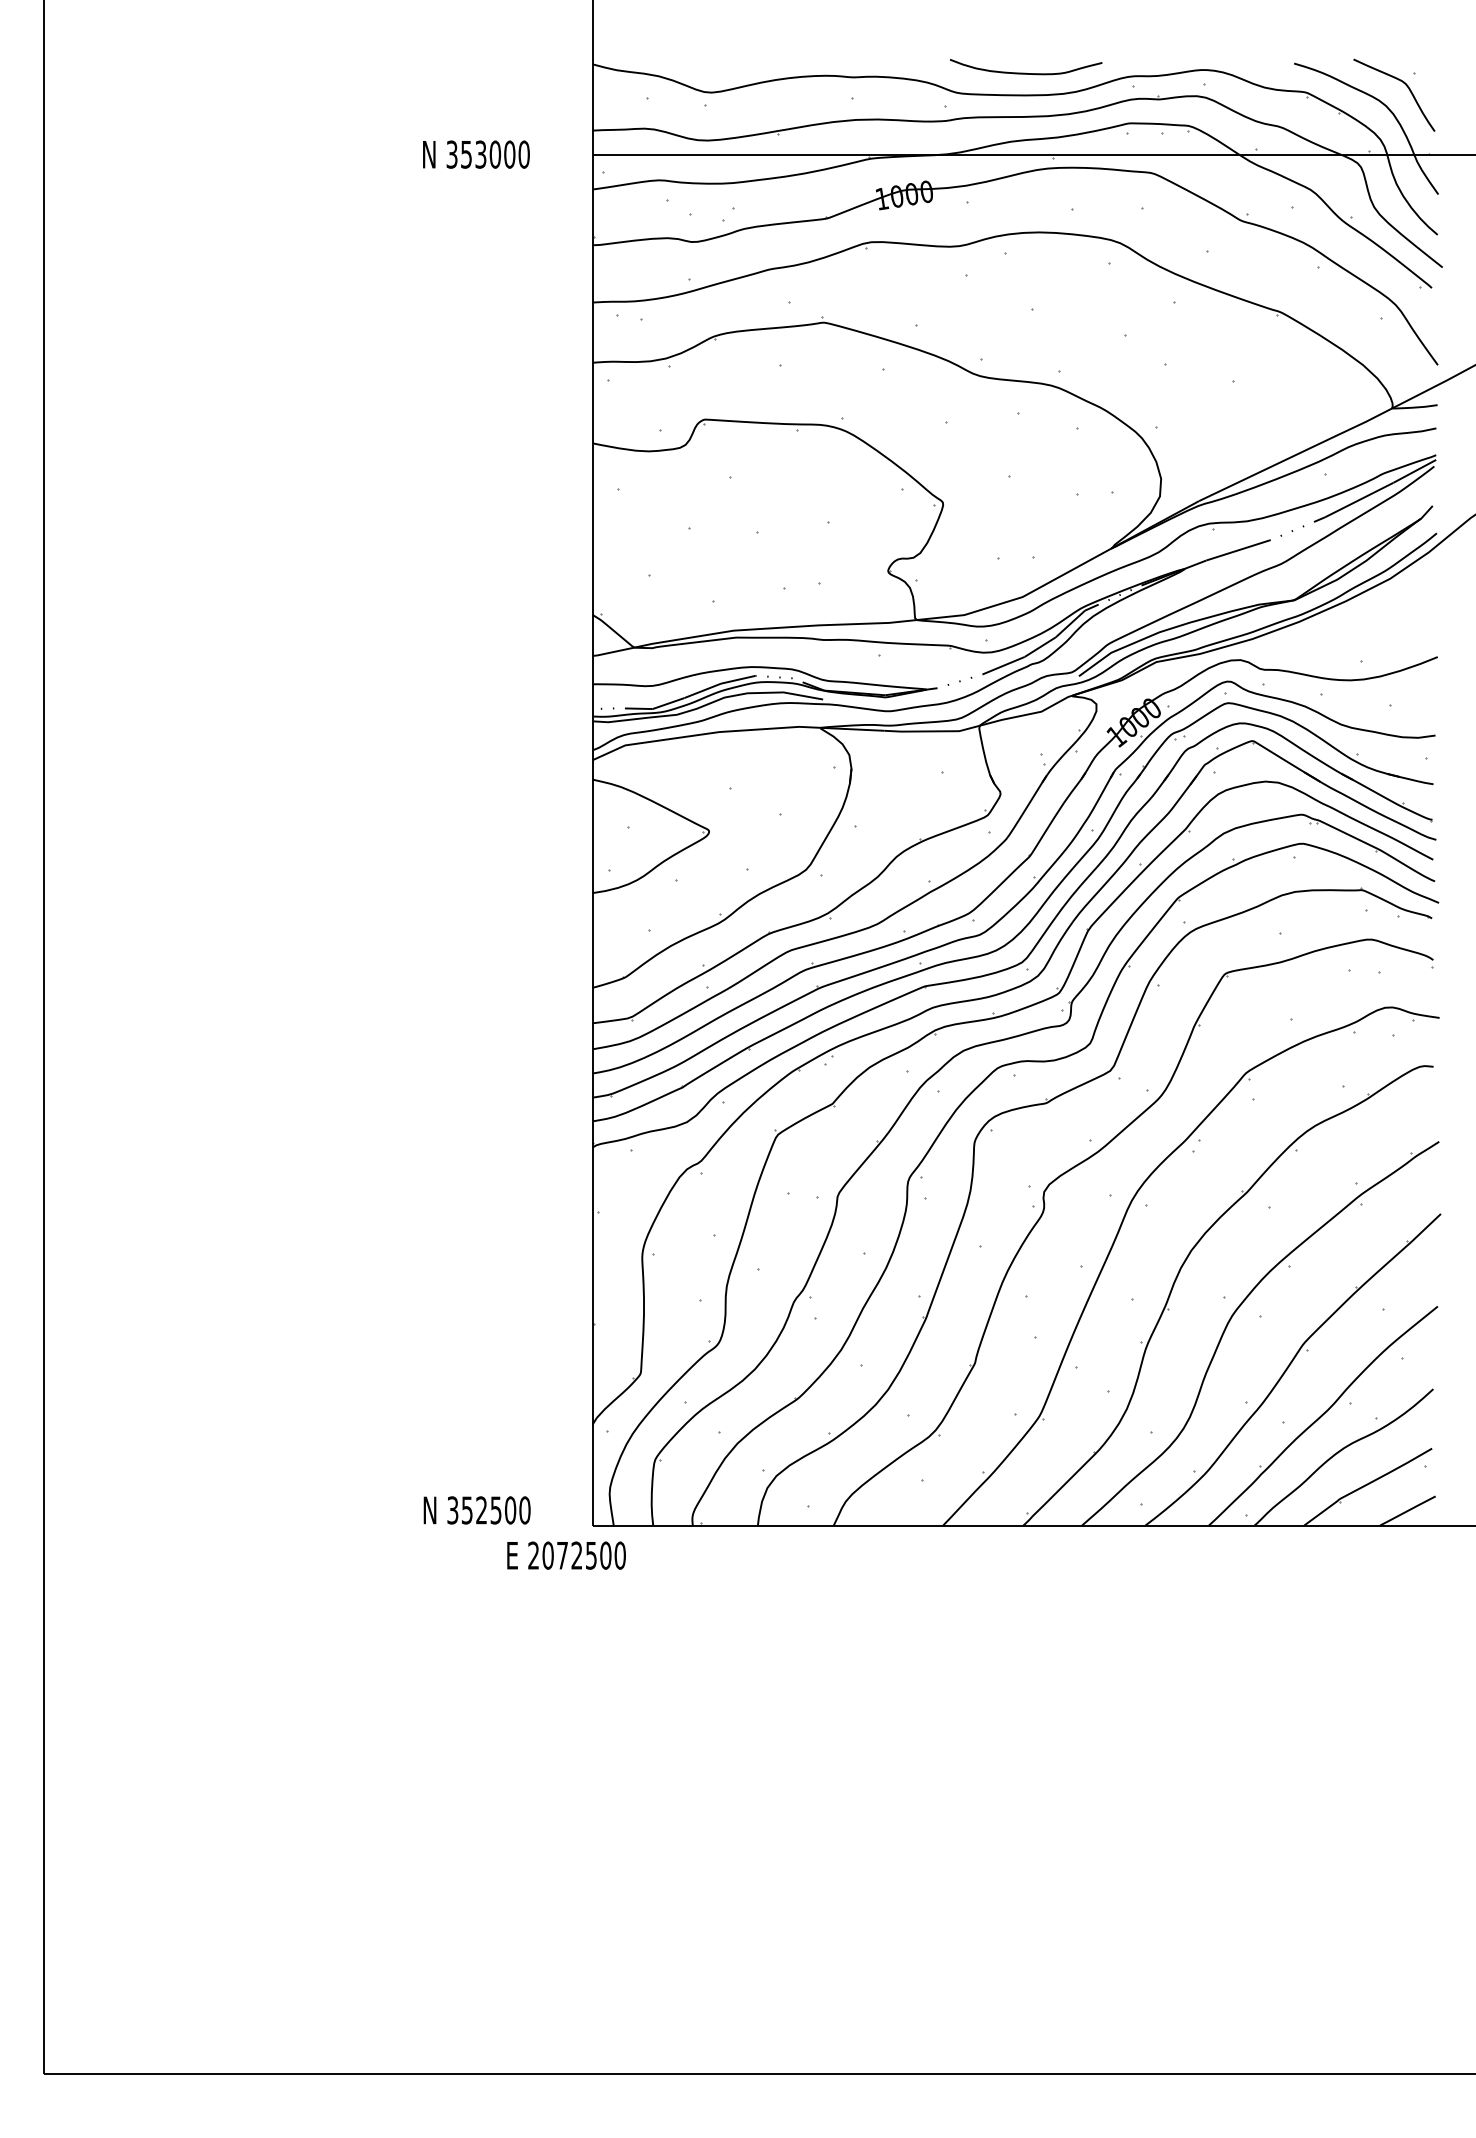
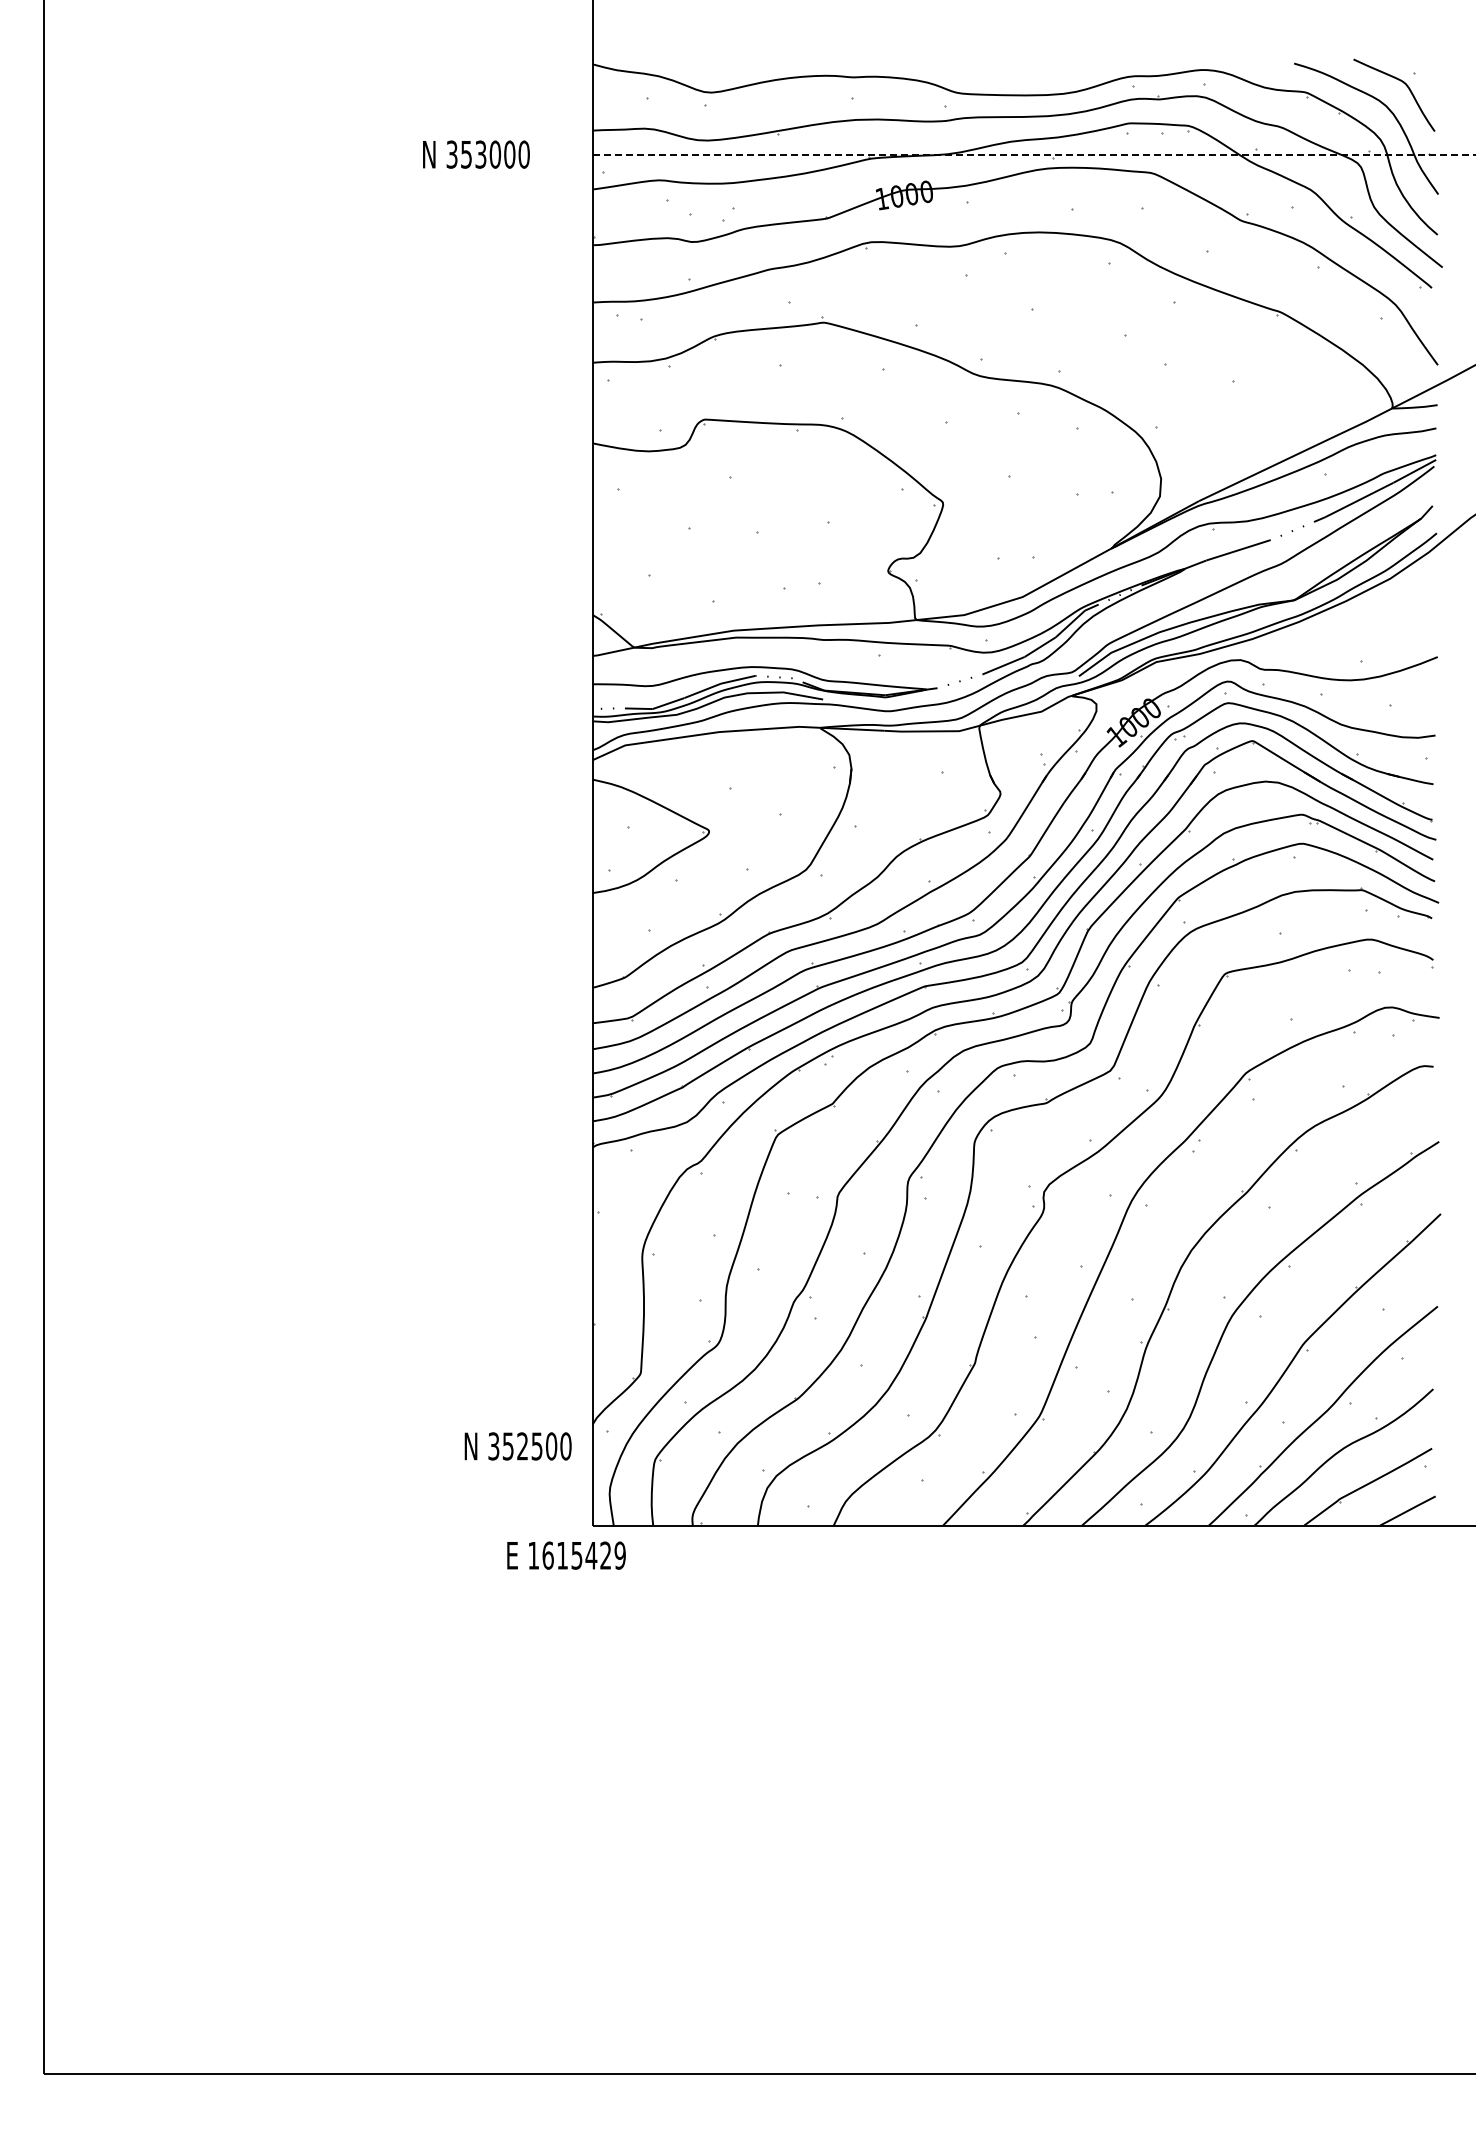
curve at (1025, 72): present -> none
line at (1034, 154): solid -> dashed
text at (476, 1510) position: (476, 1510) -> (517, 1446)
text at (576, 1555): 2072500 -> 1615429
